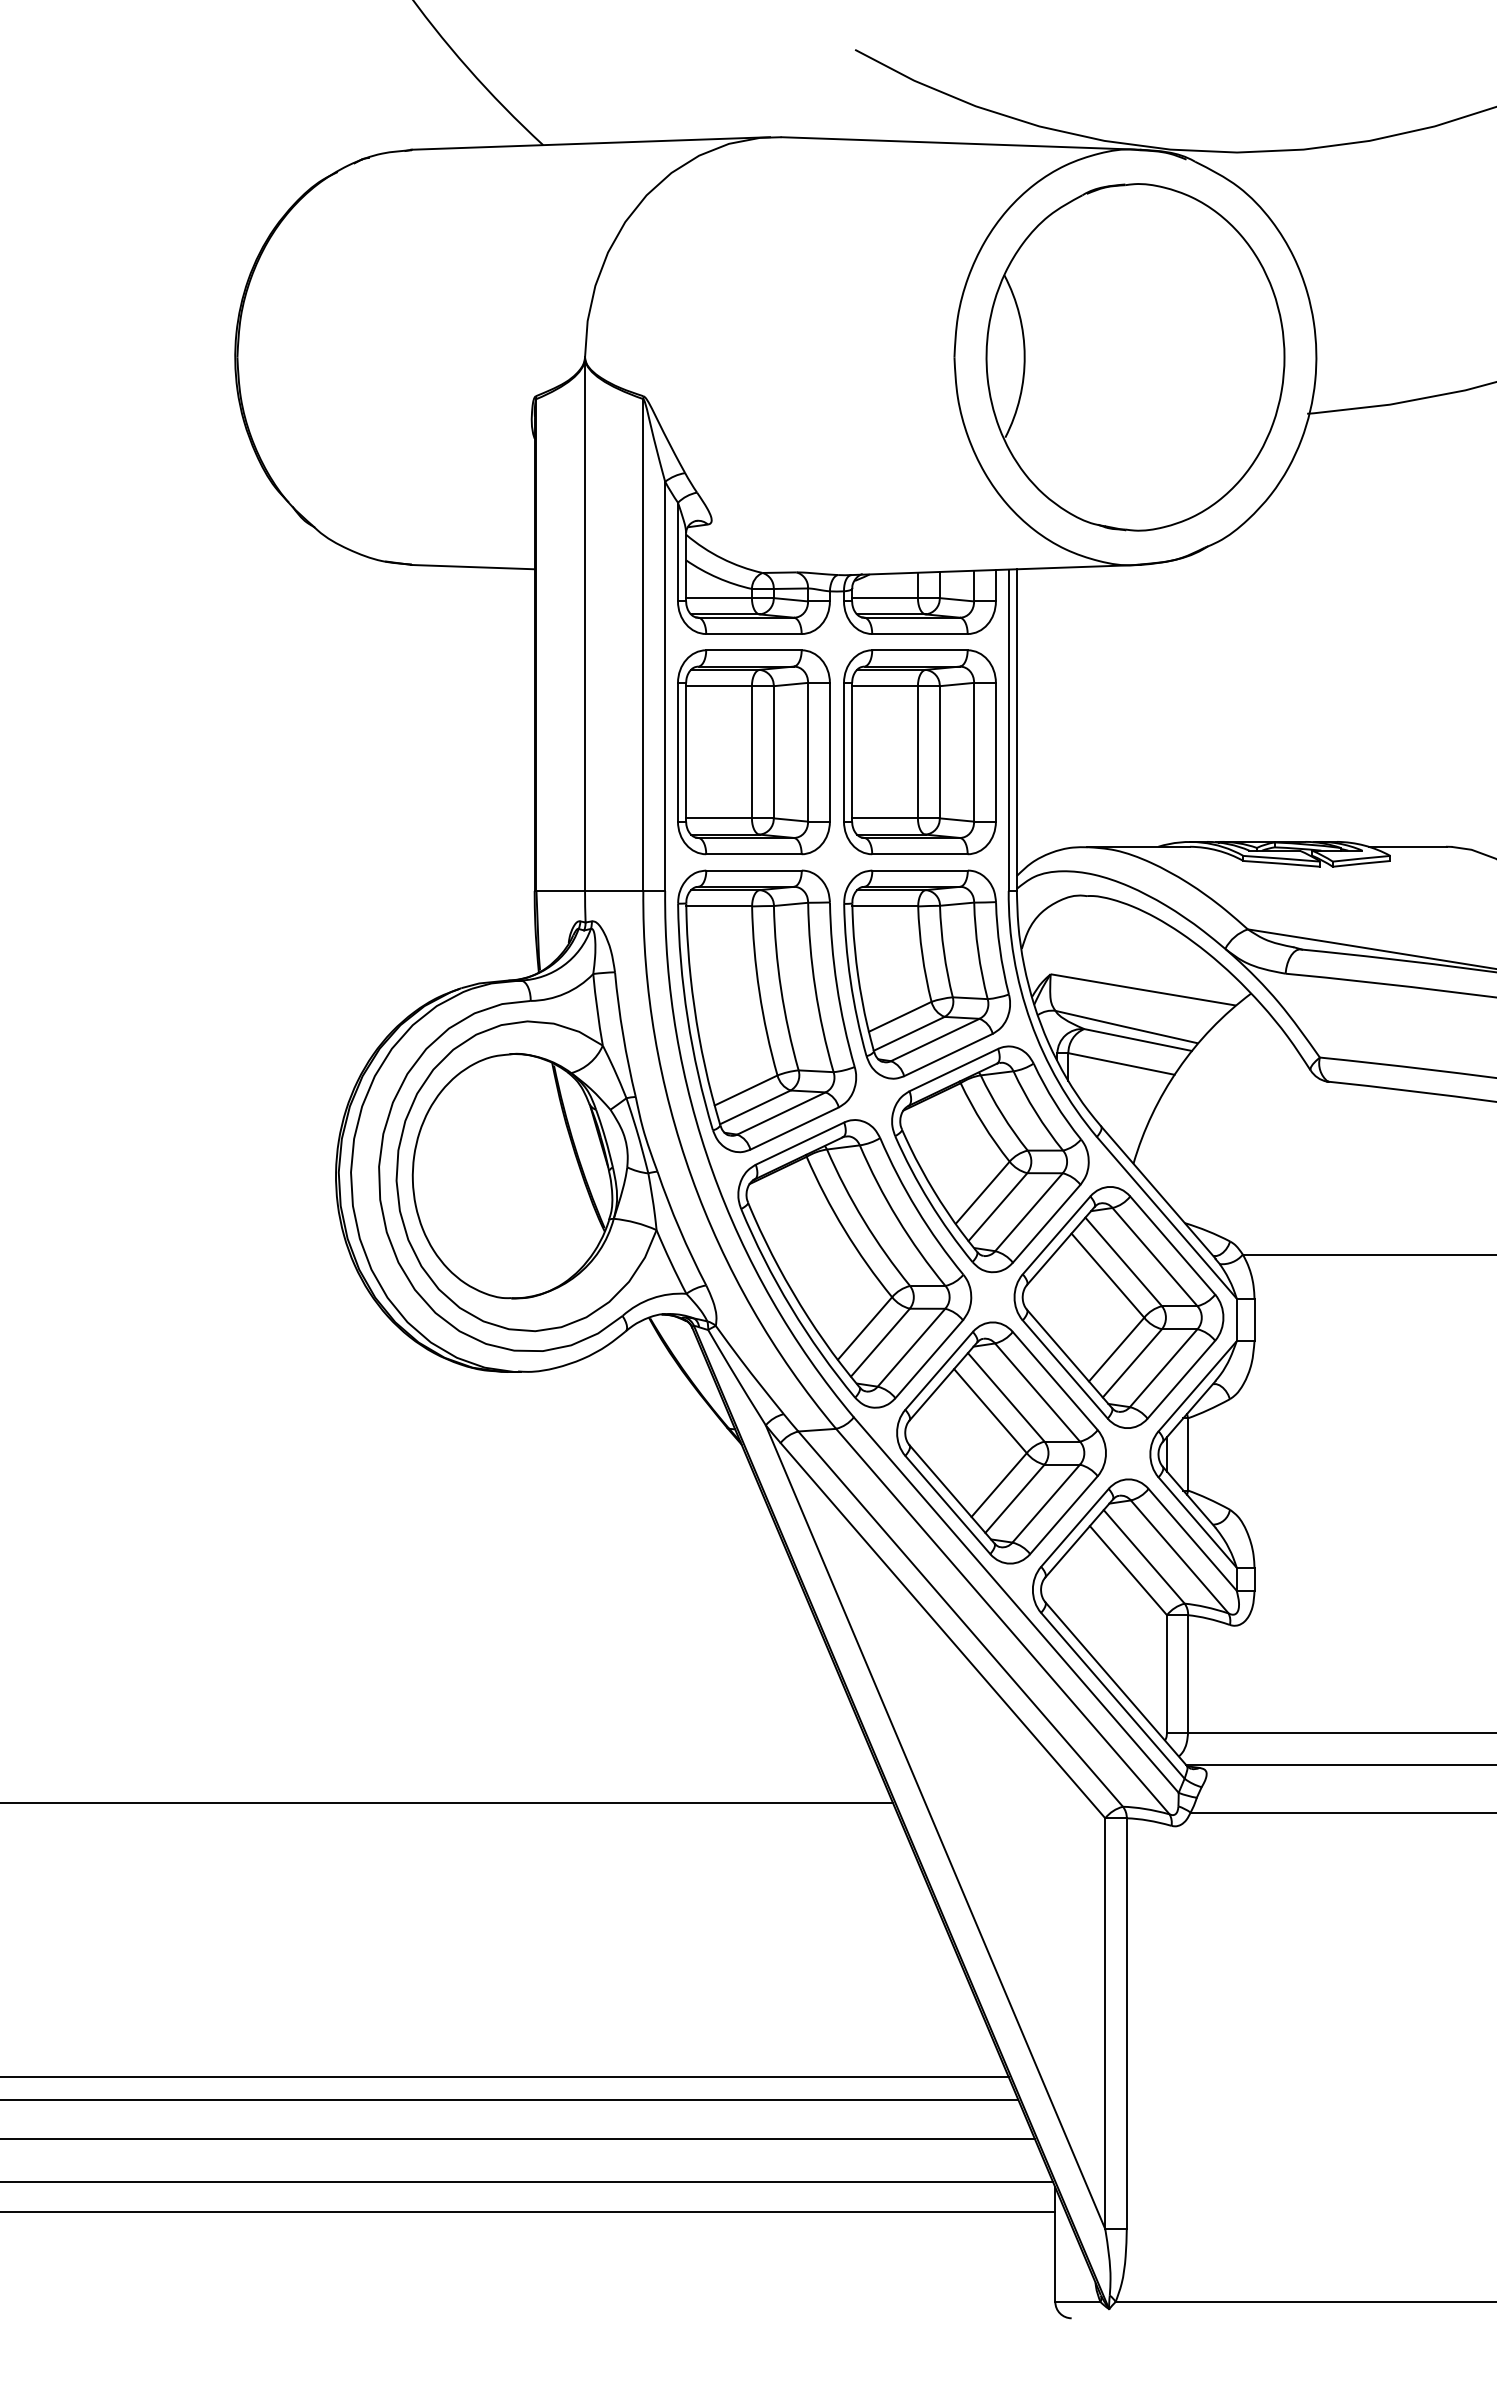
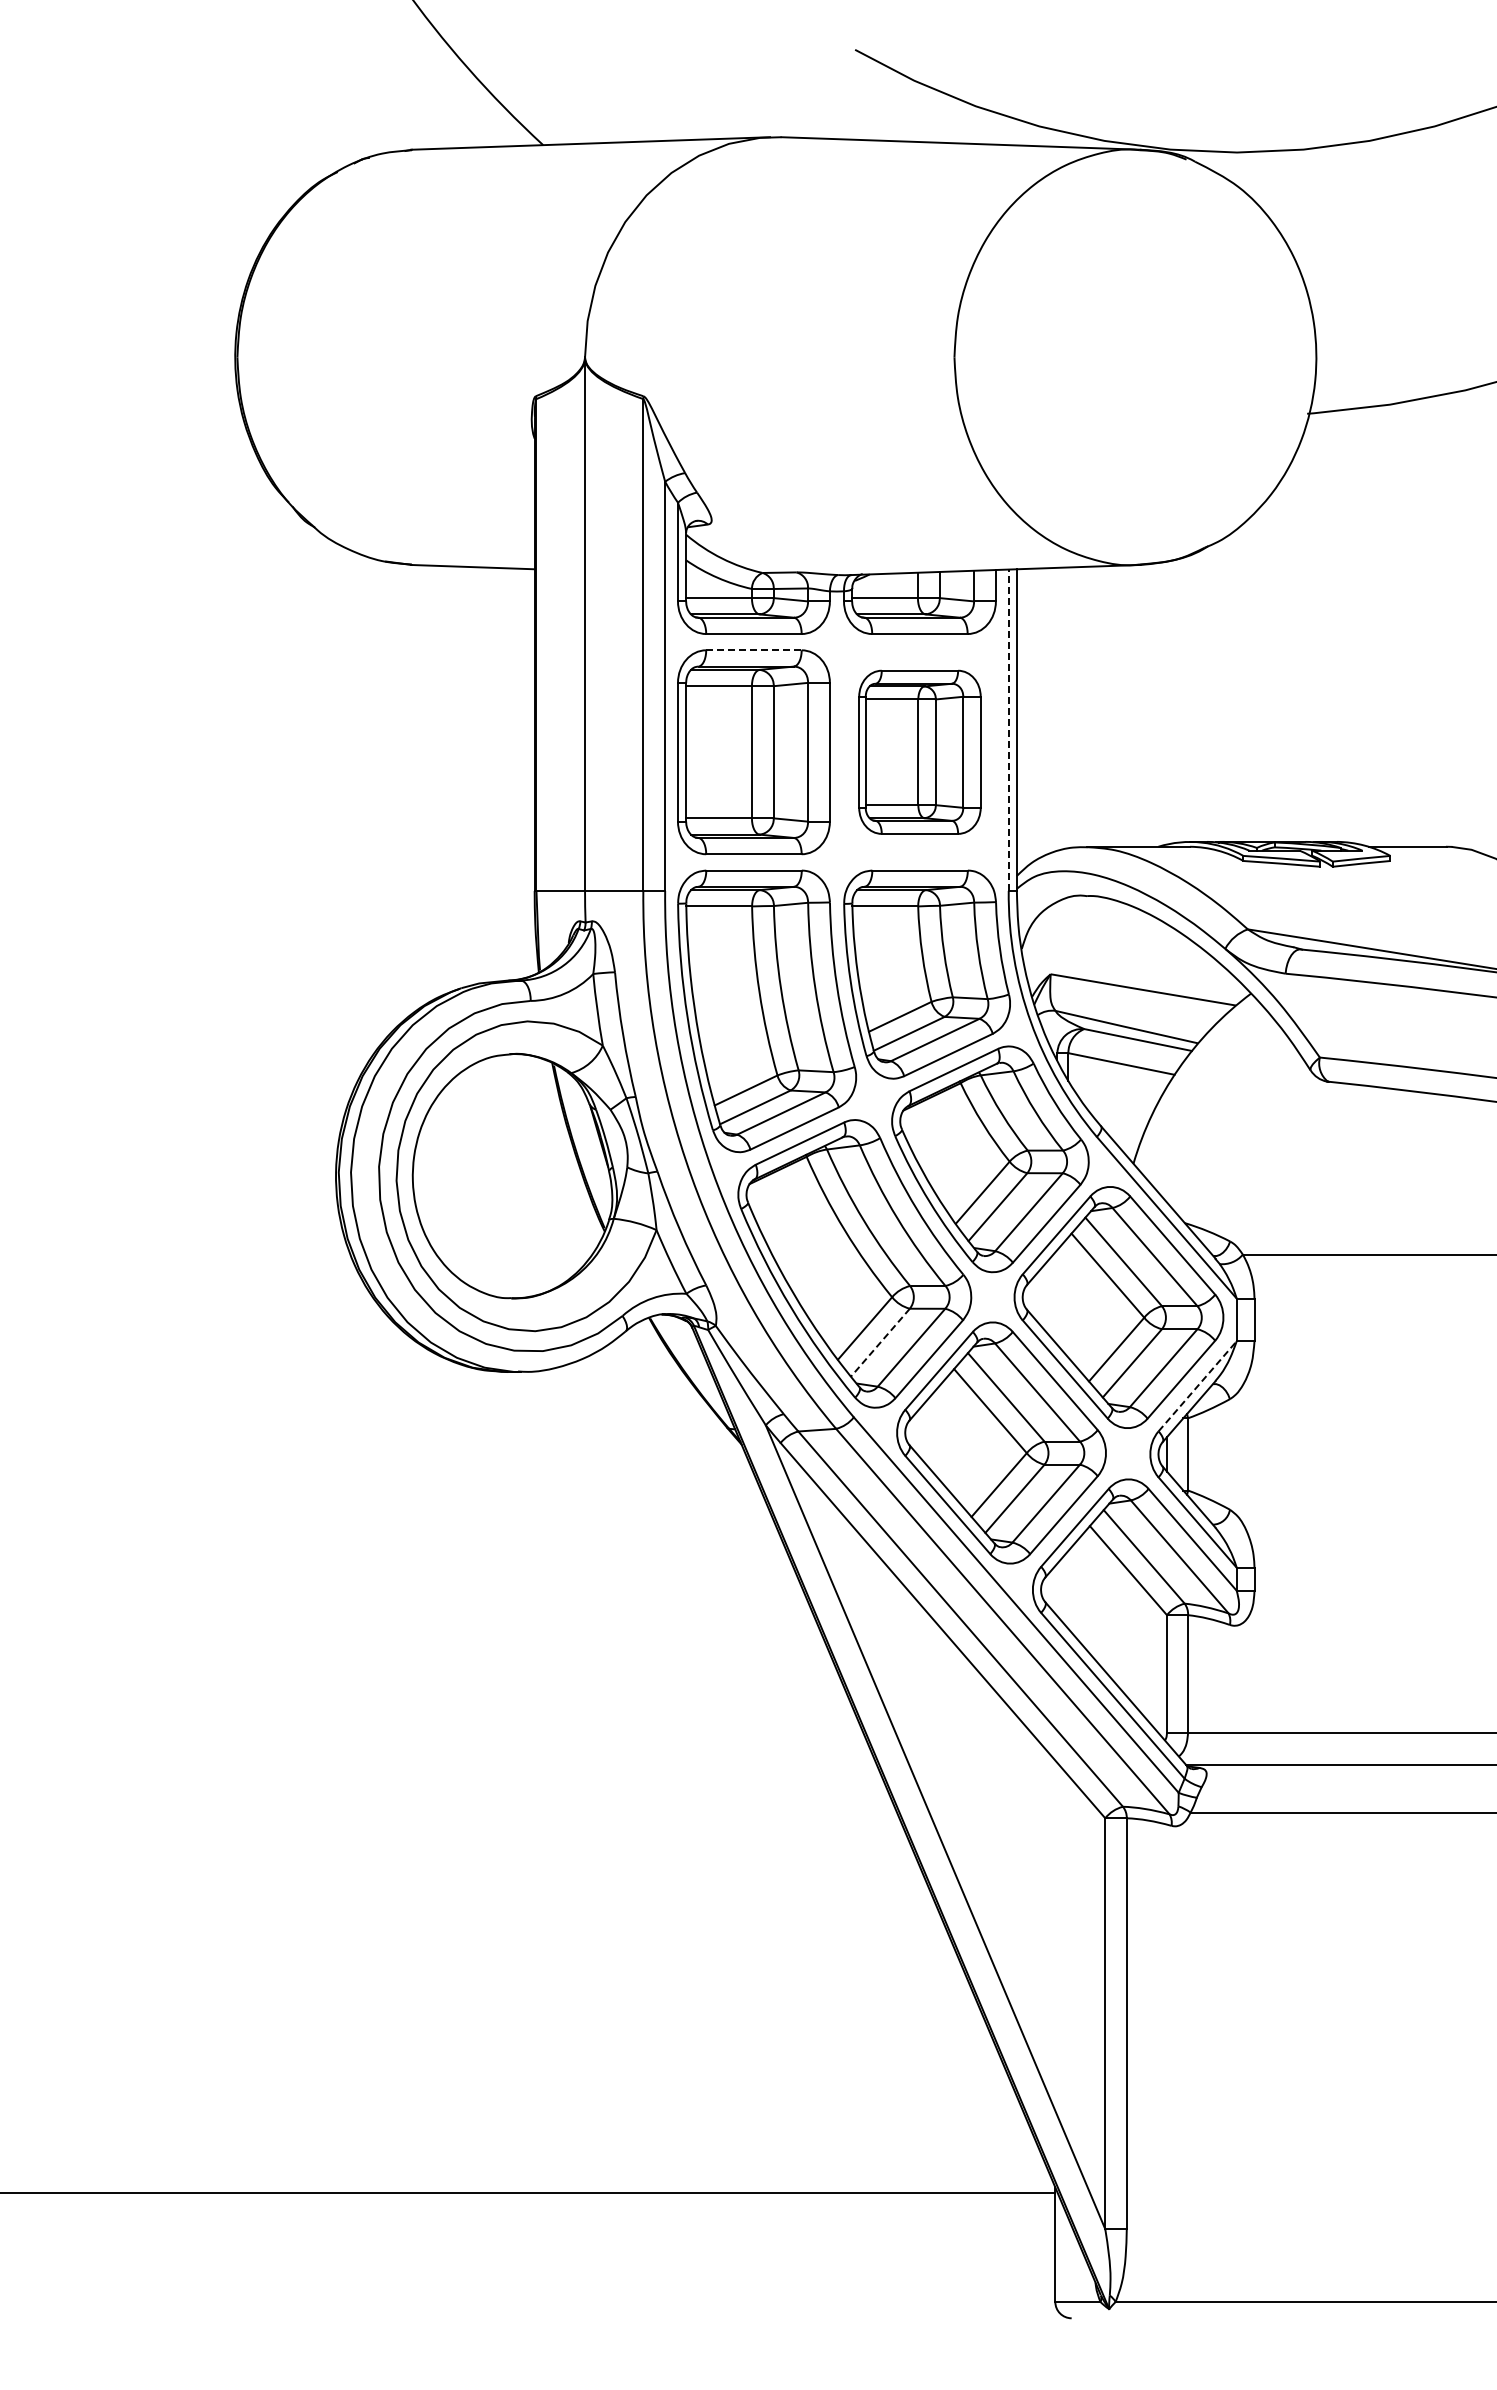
part at (1135, 357): present -> none
line at (753, 650): solid -> dashed
line at (1008, 730): solid -> dashed
part at (919, 752) size: 154x207 px -> 124x166 px
line at (880, 1342): solid -> dashed
line at (1197, 1386): solid -> dashed
line at (447, 1803): present -> none
line at (505, 2076): present -> none
line at (510, 2099): present -> none
line at (518, 2138): present -> none
line at (527, 2181): present -> none
line at (528, 2211) position: (528, 2211) -> (528, 2192)
